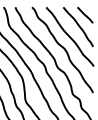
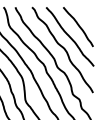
line at (85, 14): present -> none
